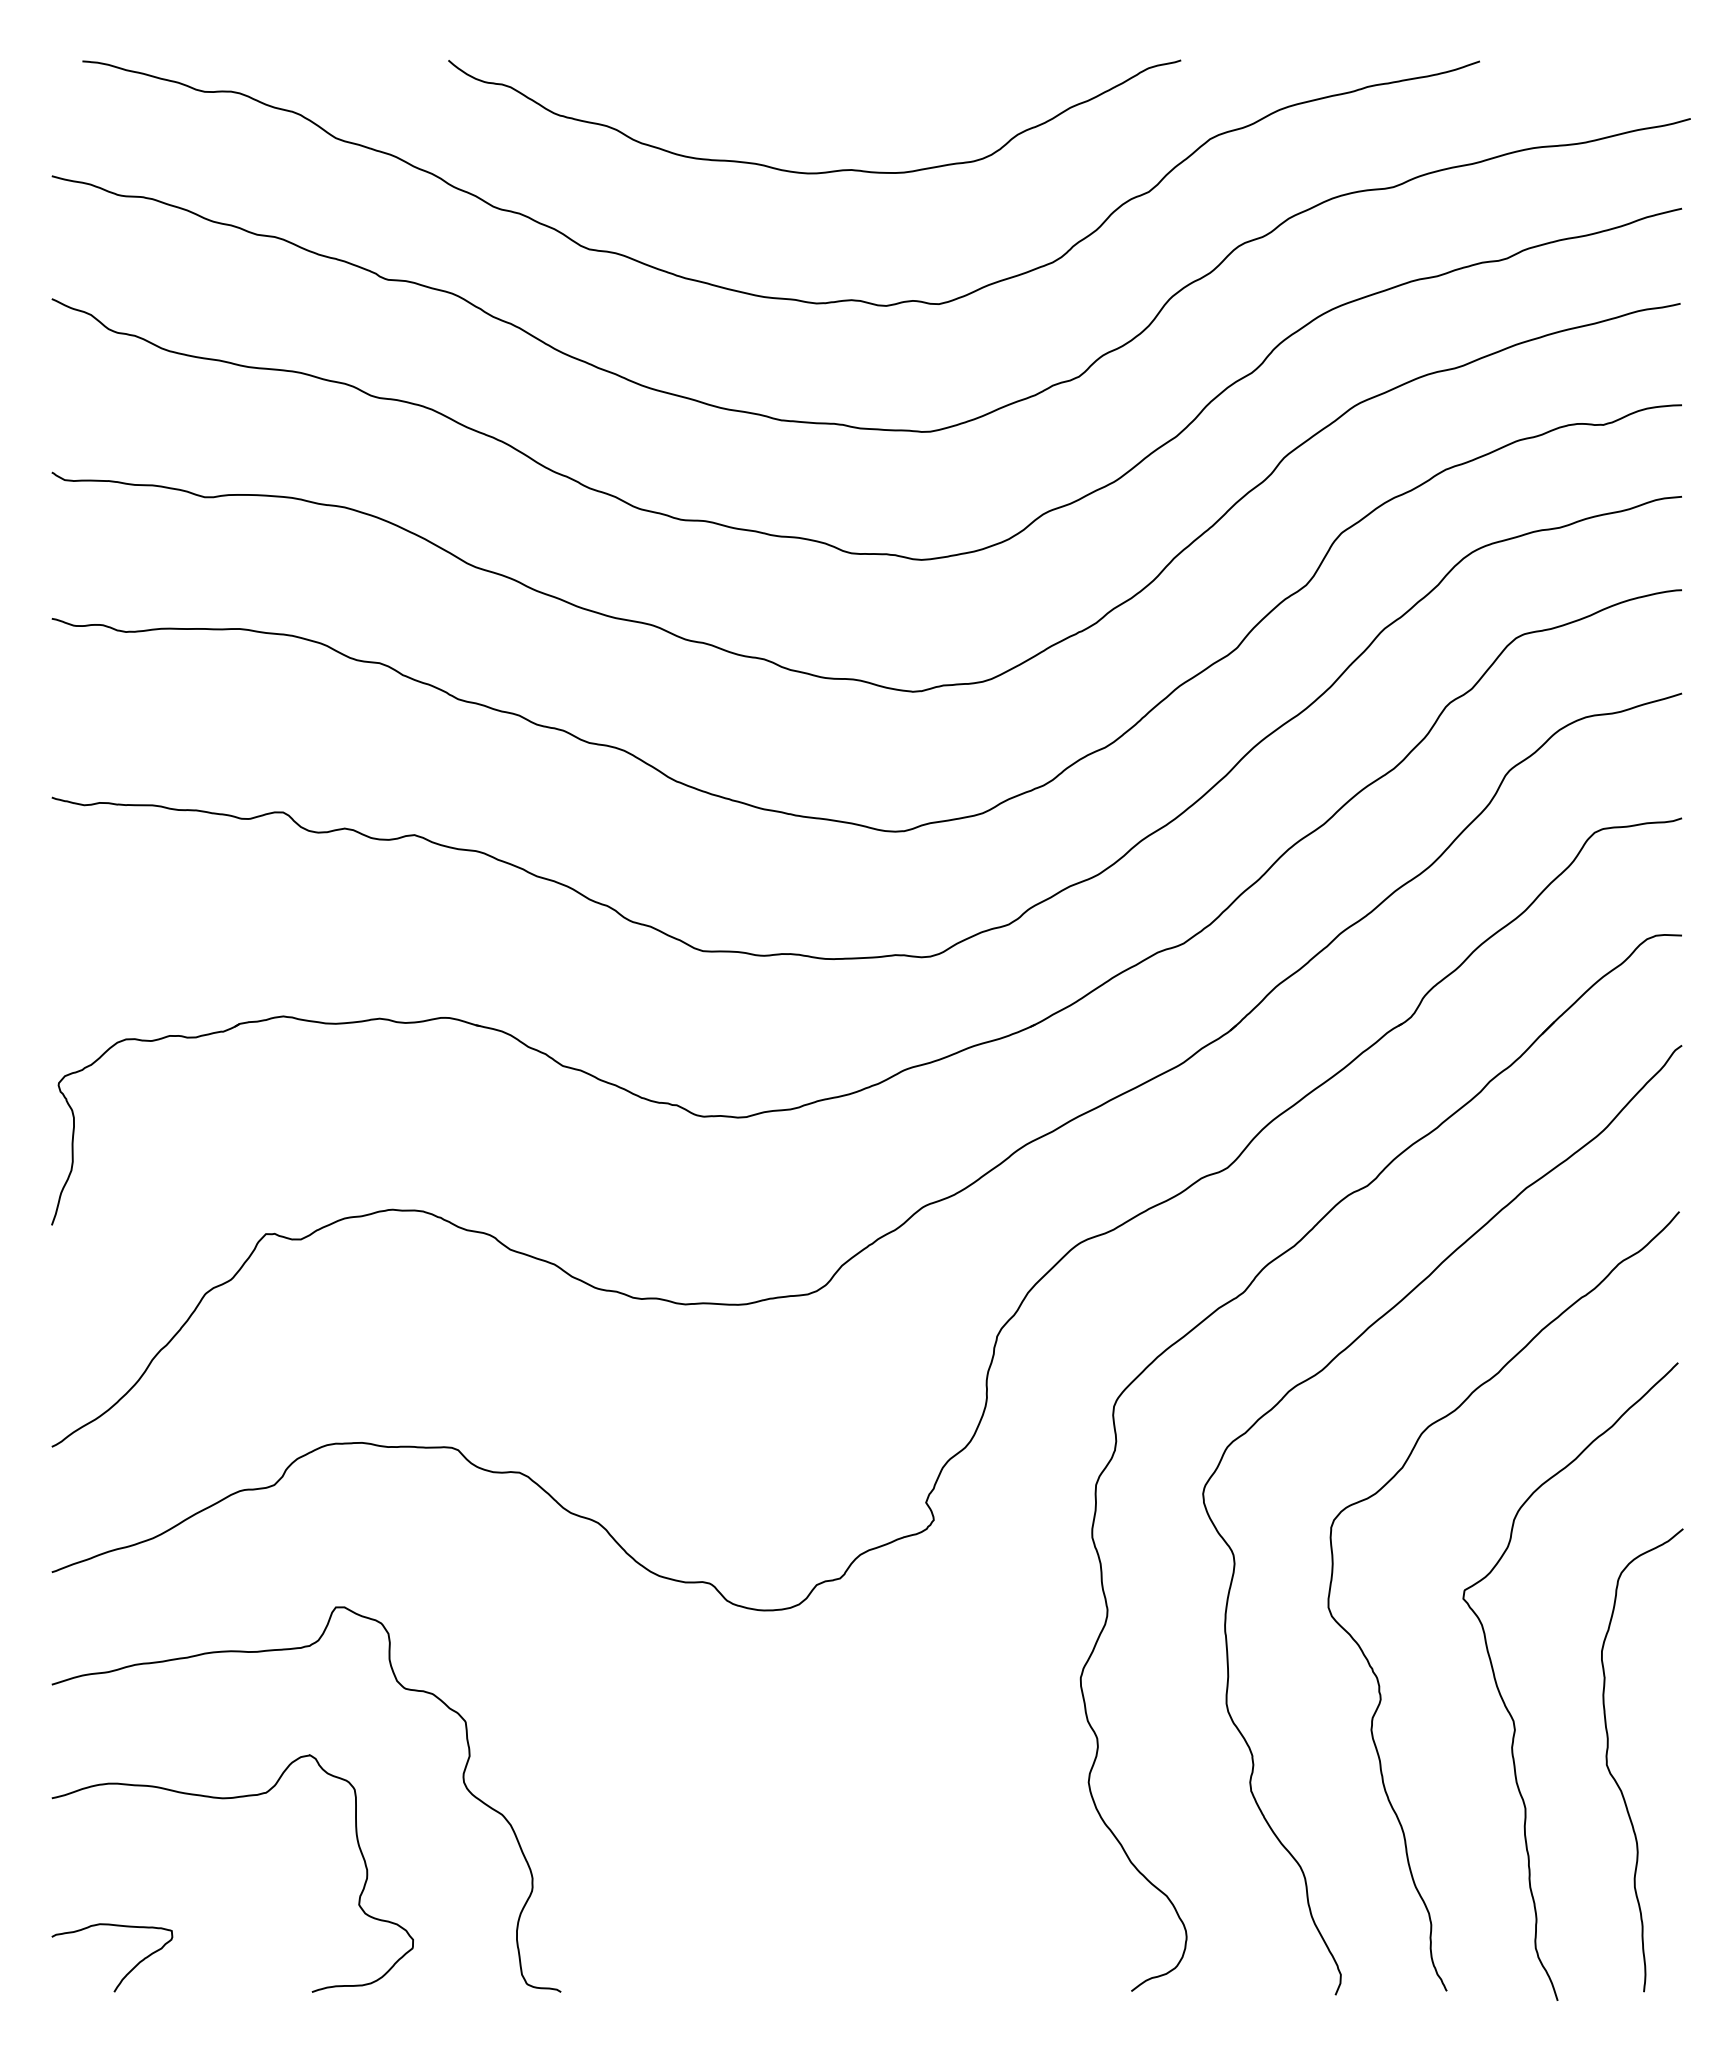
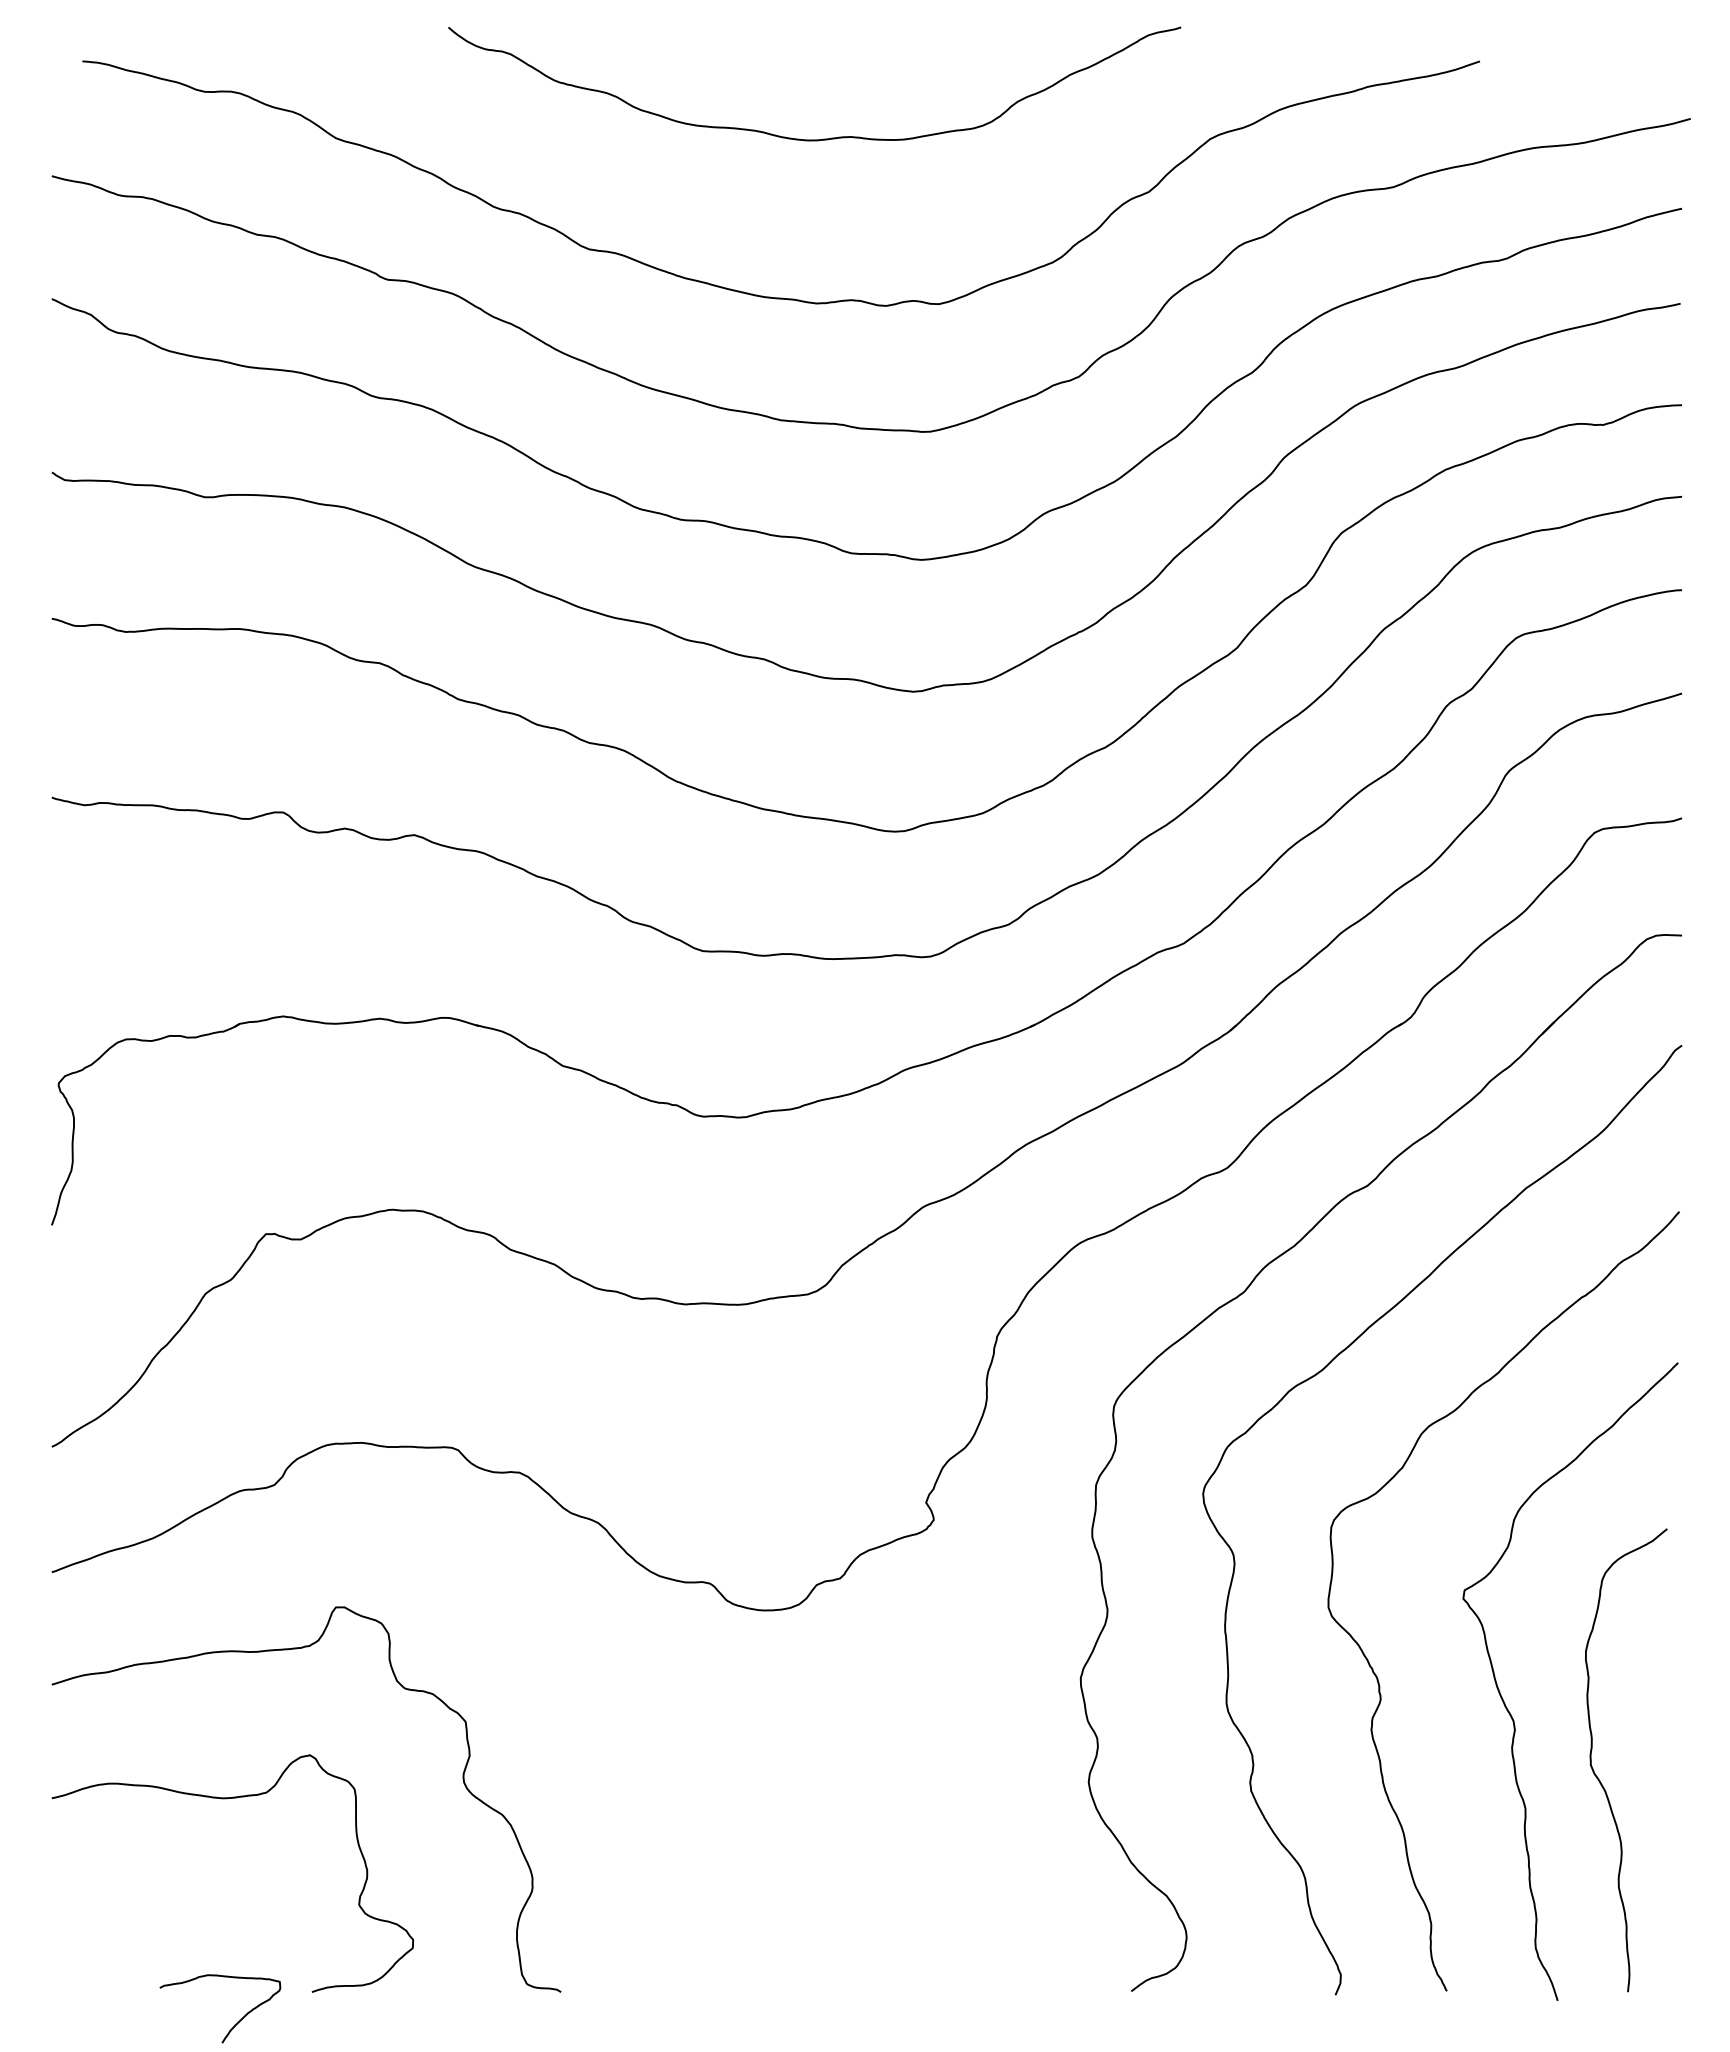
curve at (823, 171) position: (823, 171) -> (823, 138)
curve at (1614, 1777) position: (1614, 1777) -> (1598, 1777)
curve at (126, 1973) position: (126, 1973) -> (234, 2024)
